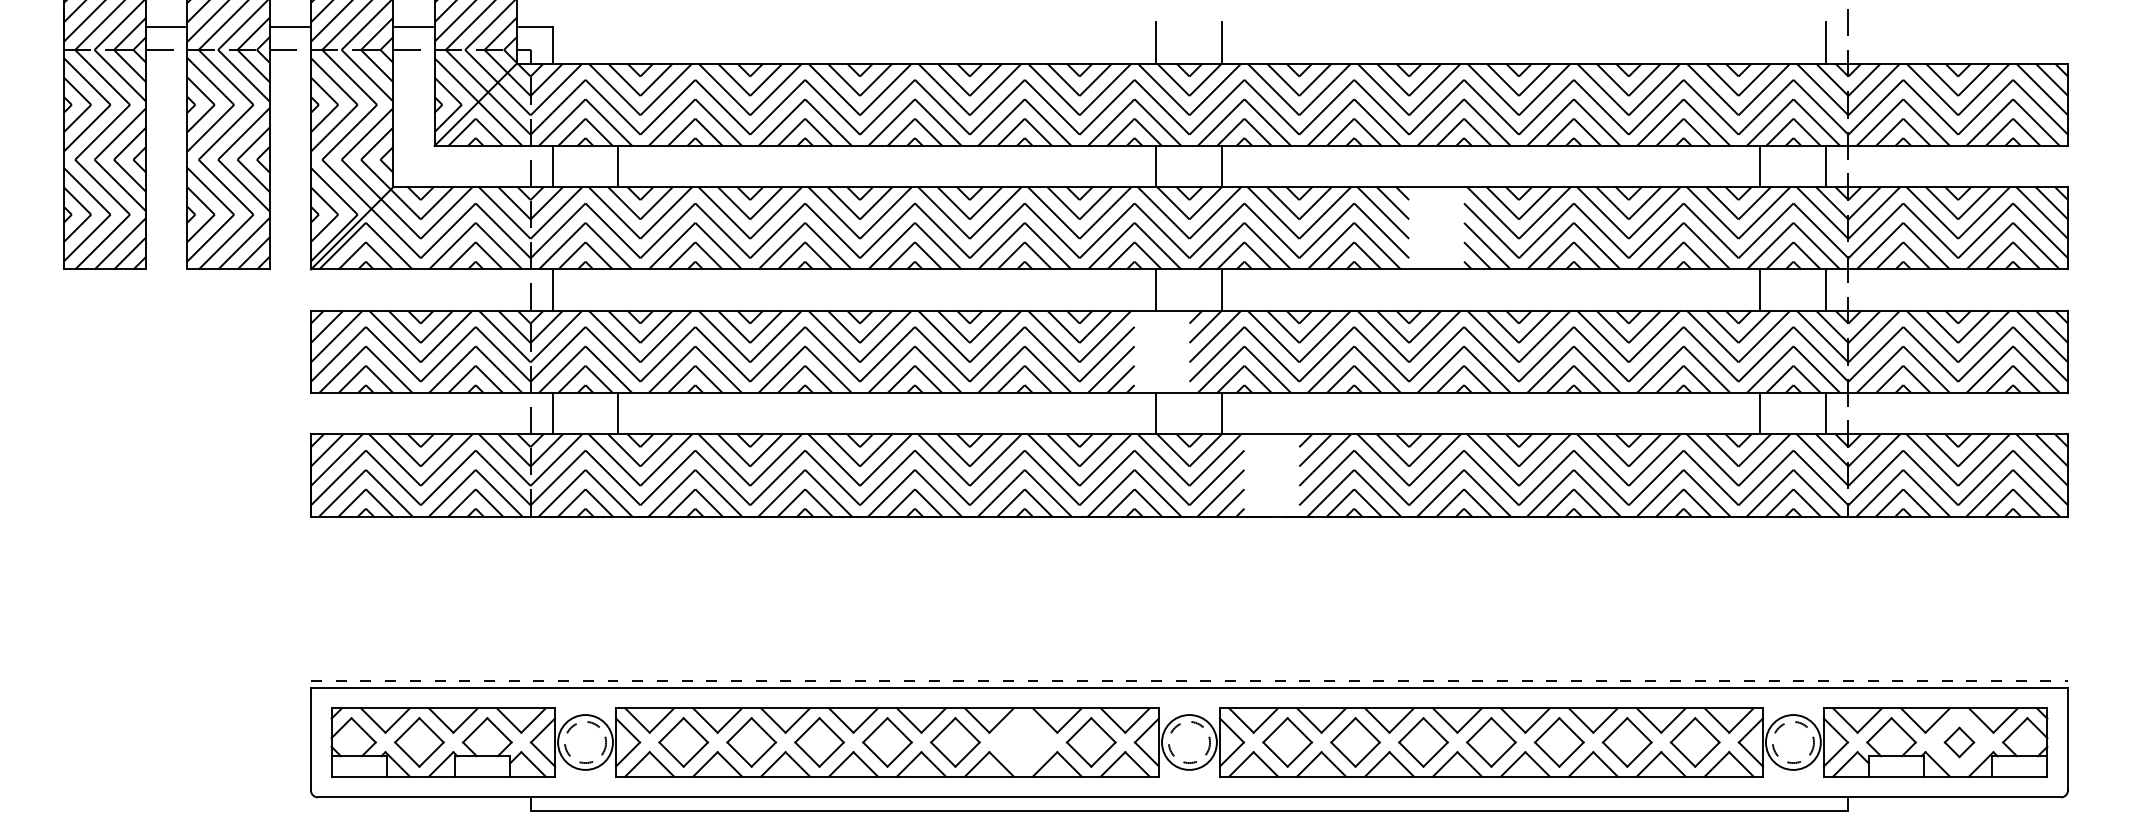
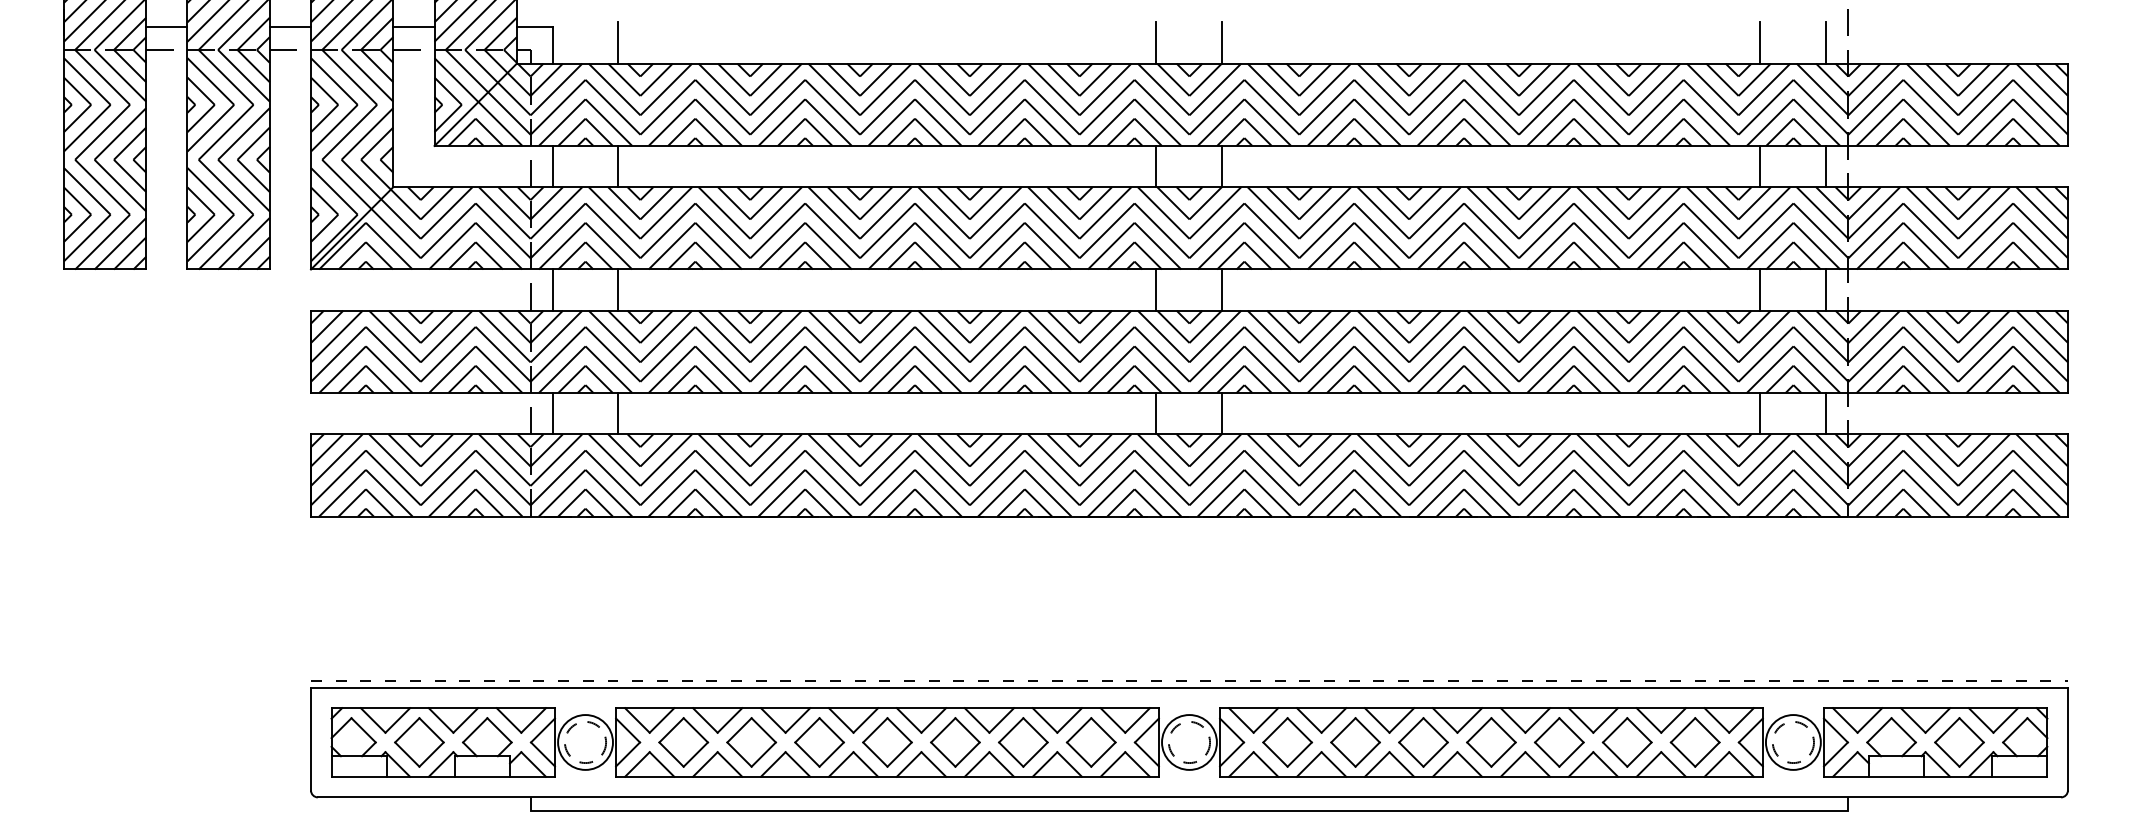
line at (617, 42): none -> present
line at (1760, 42): none -> present
hatch at (1436, 228): none -> present
line at (617, 289): none -> present
hatch at (1161, 351): none -> present
hatch at (1271, 475): none -> present
part at (1023, 742): none -> present
part at (1959, 742) size: 33x33 px -> 51x51 px
